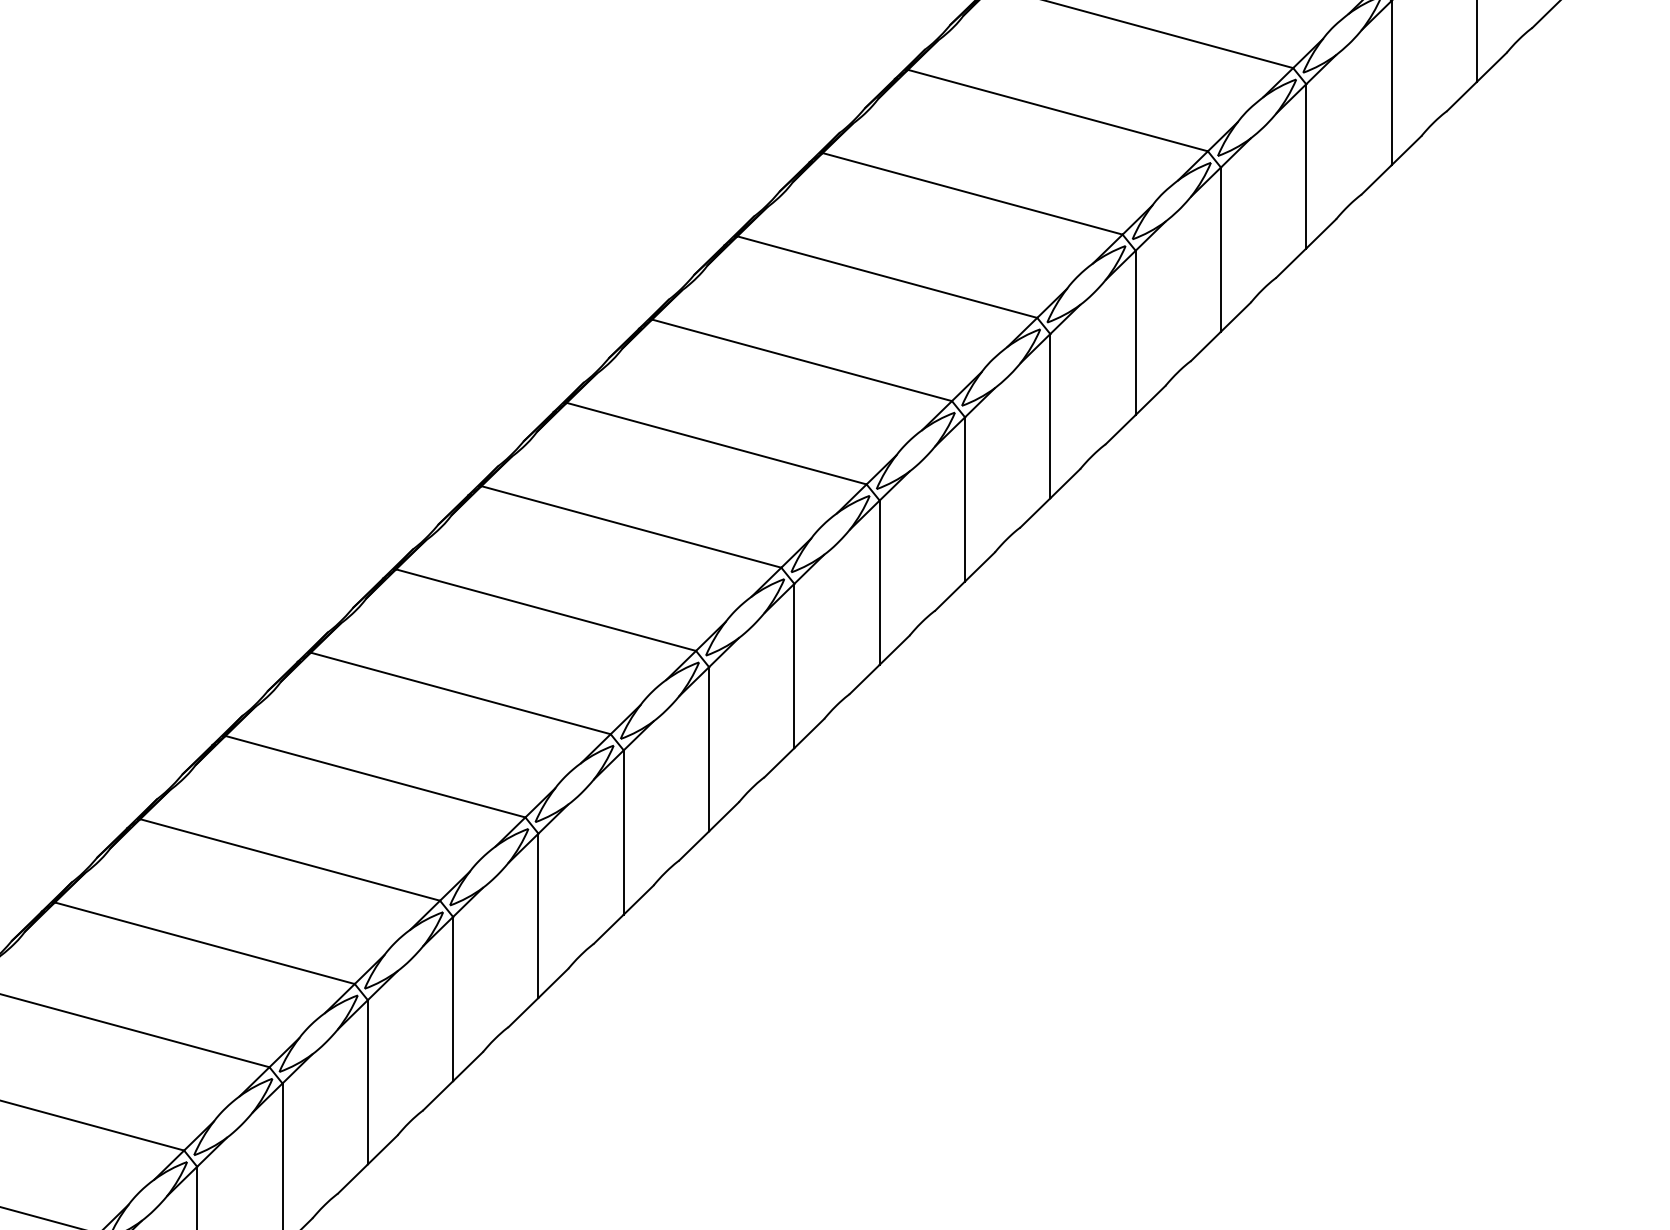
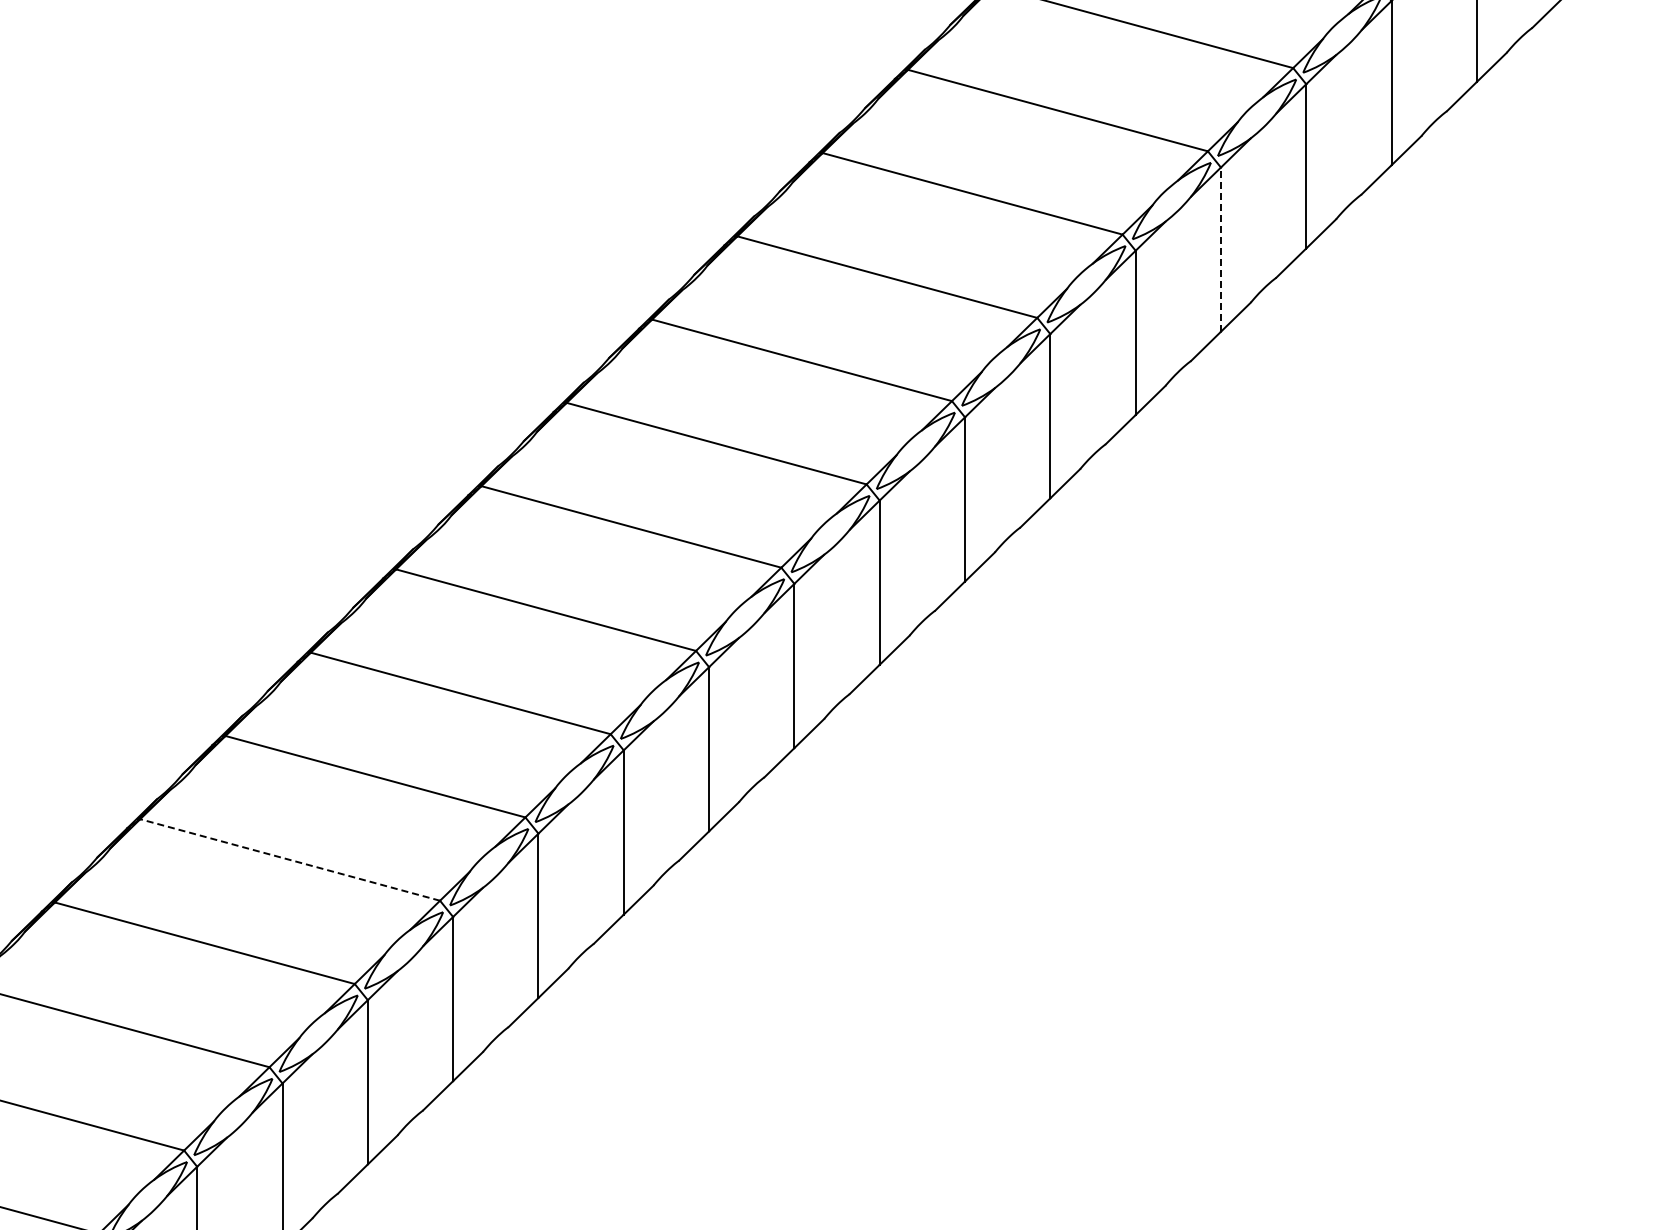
line at (1220, 249): solid -> dashed
line at (289, 859): solid -> dashed
